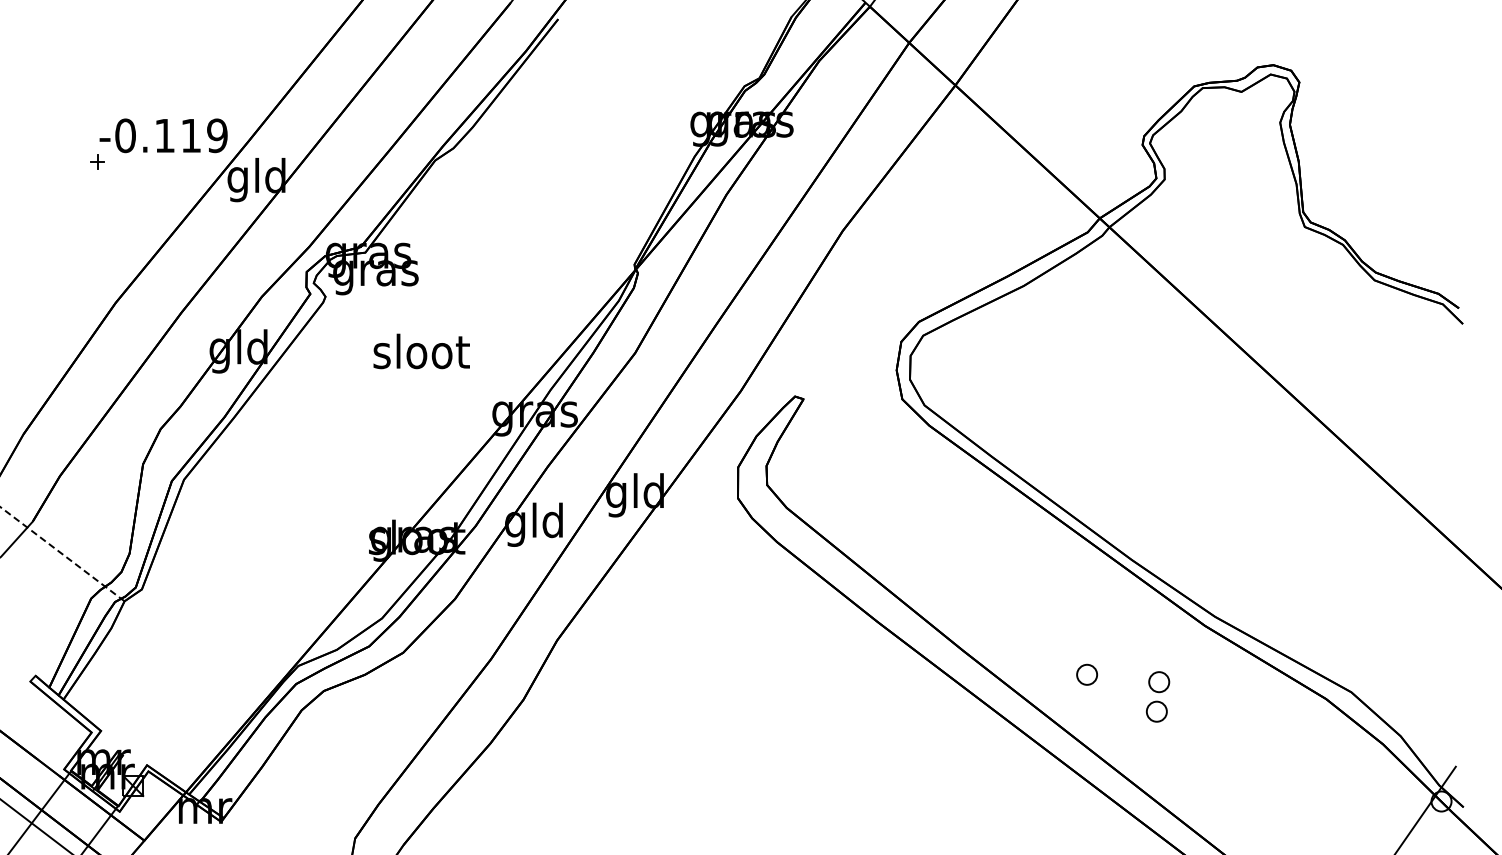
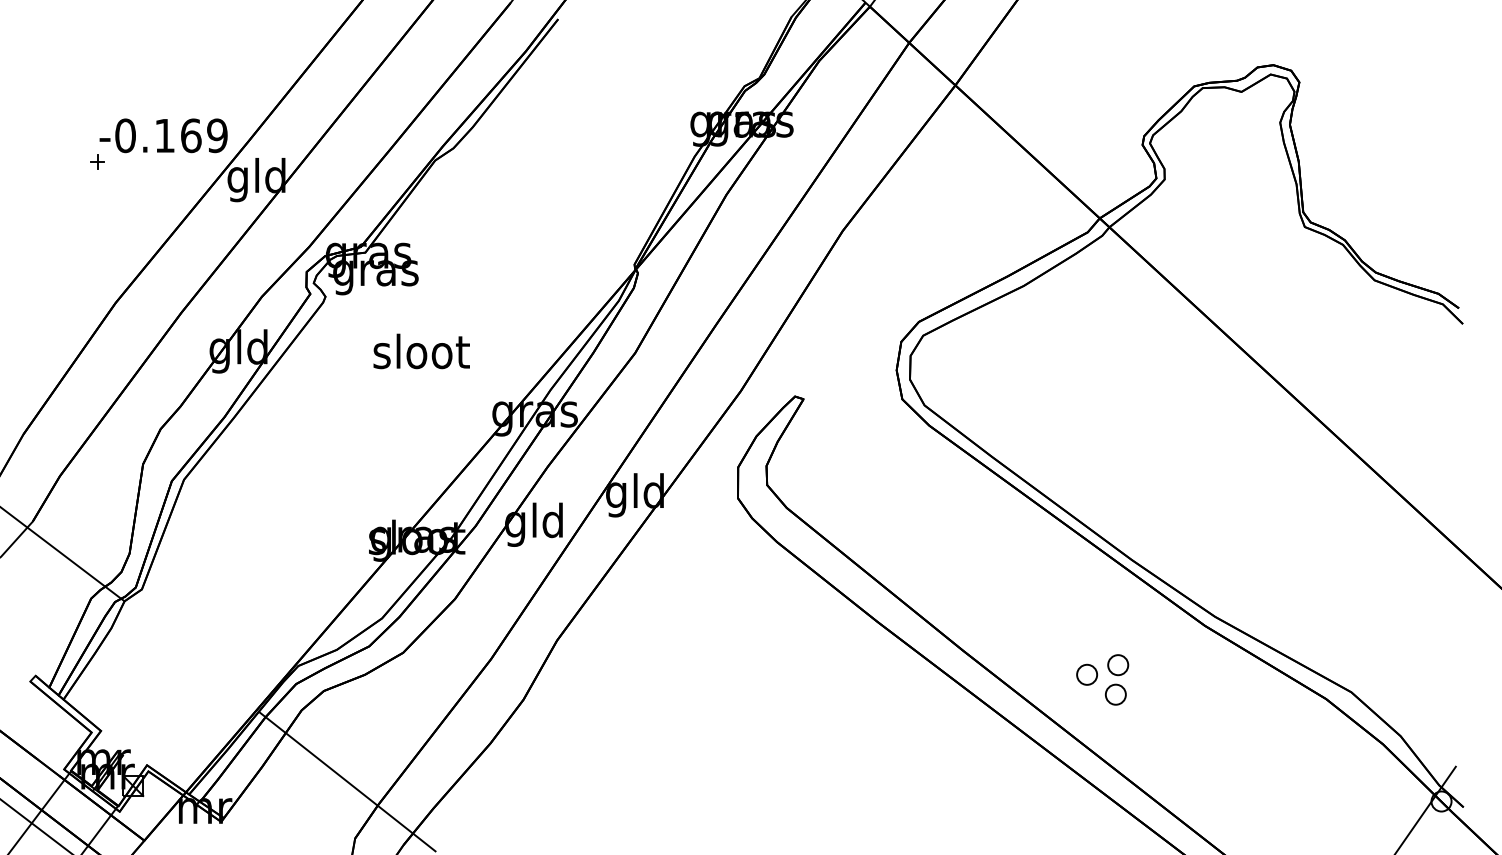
text at (191, 135): -0.119 -> -0.169
line at (62, 554): dashed -> solid
part at (1158, 696) position: (1158, 696) -> (1117, 679)
line at (346, 781): none -> present
